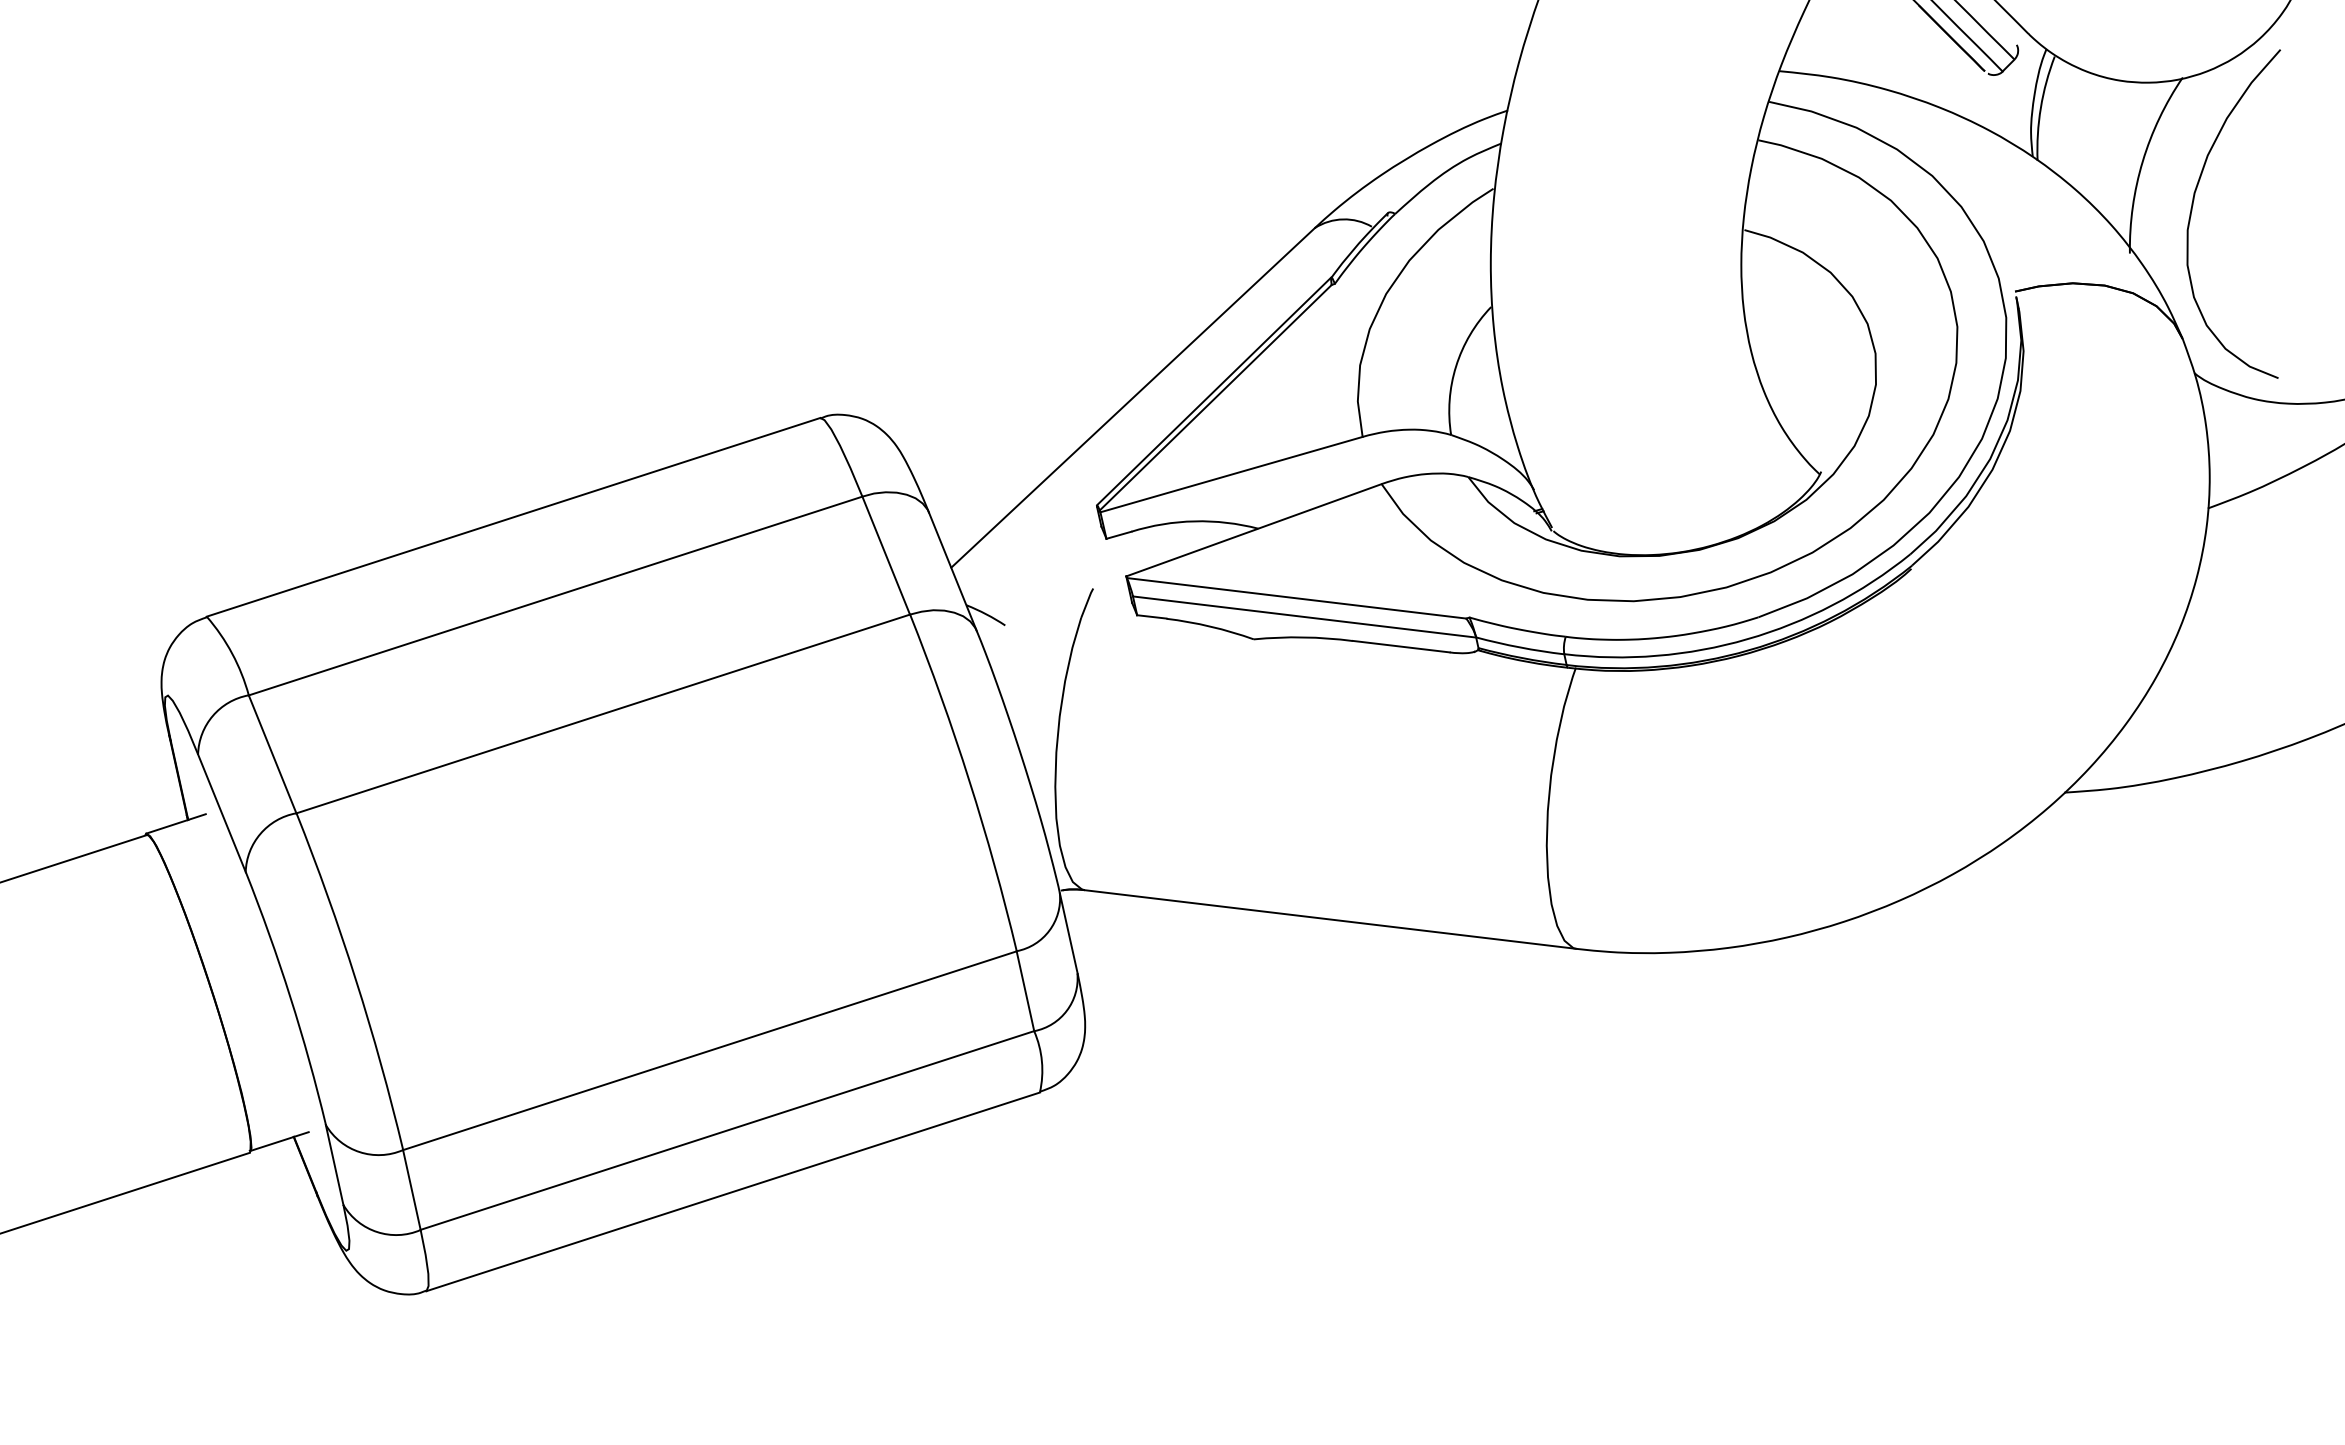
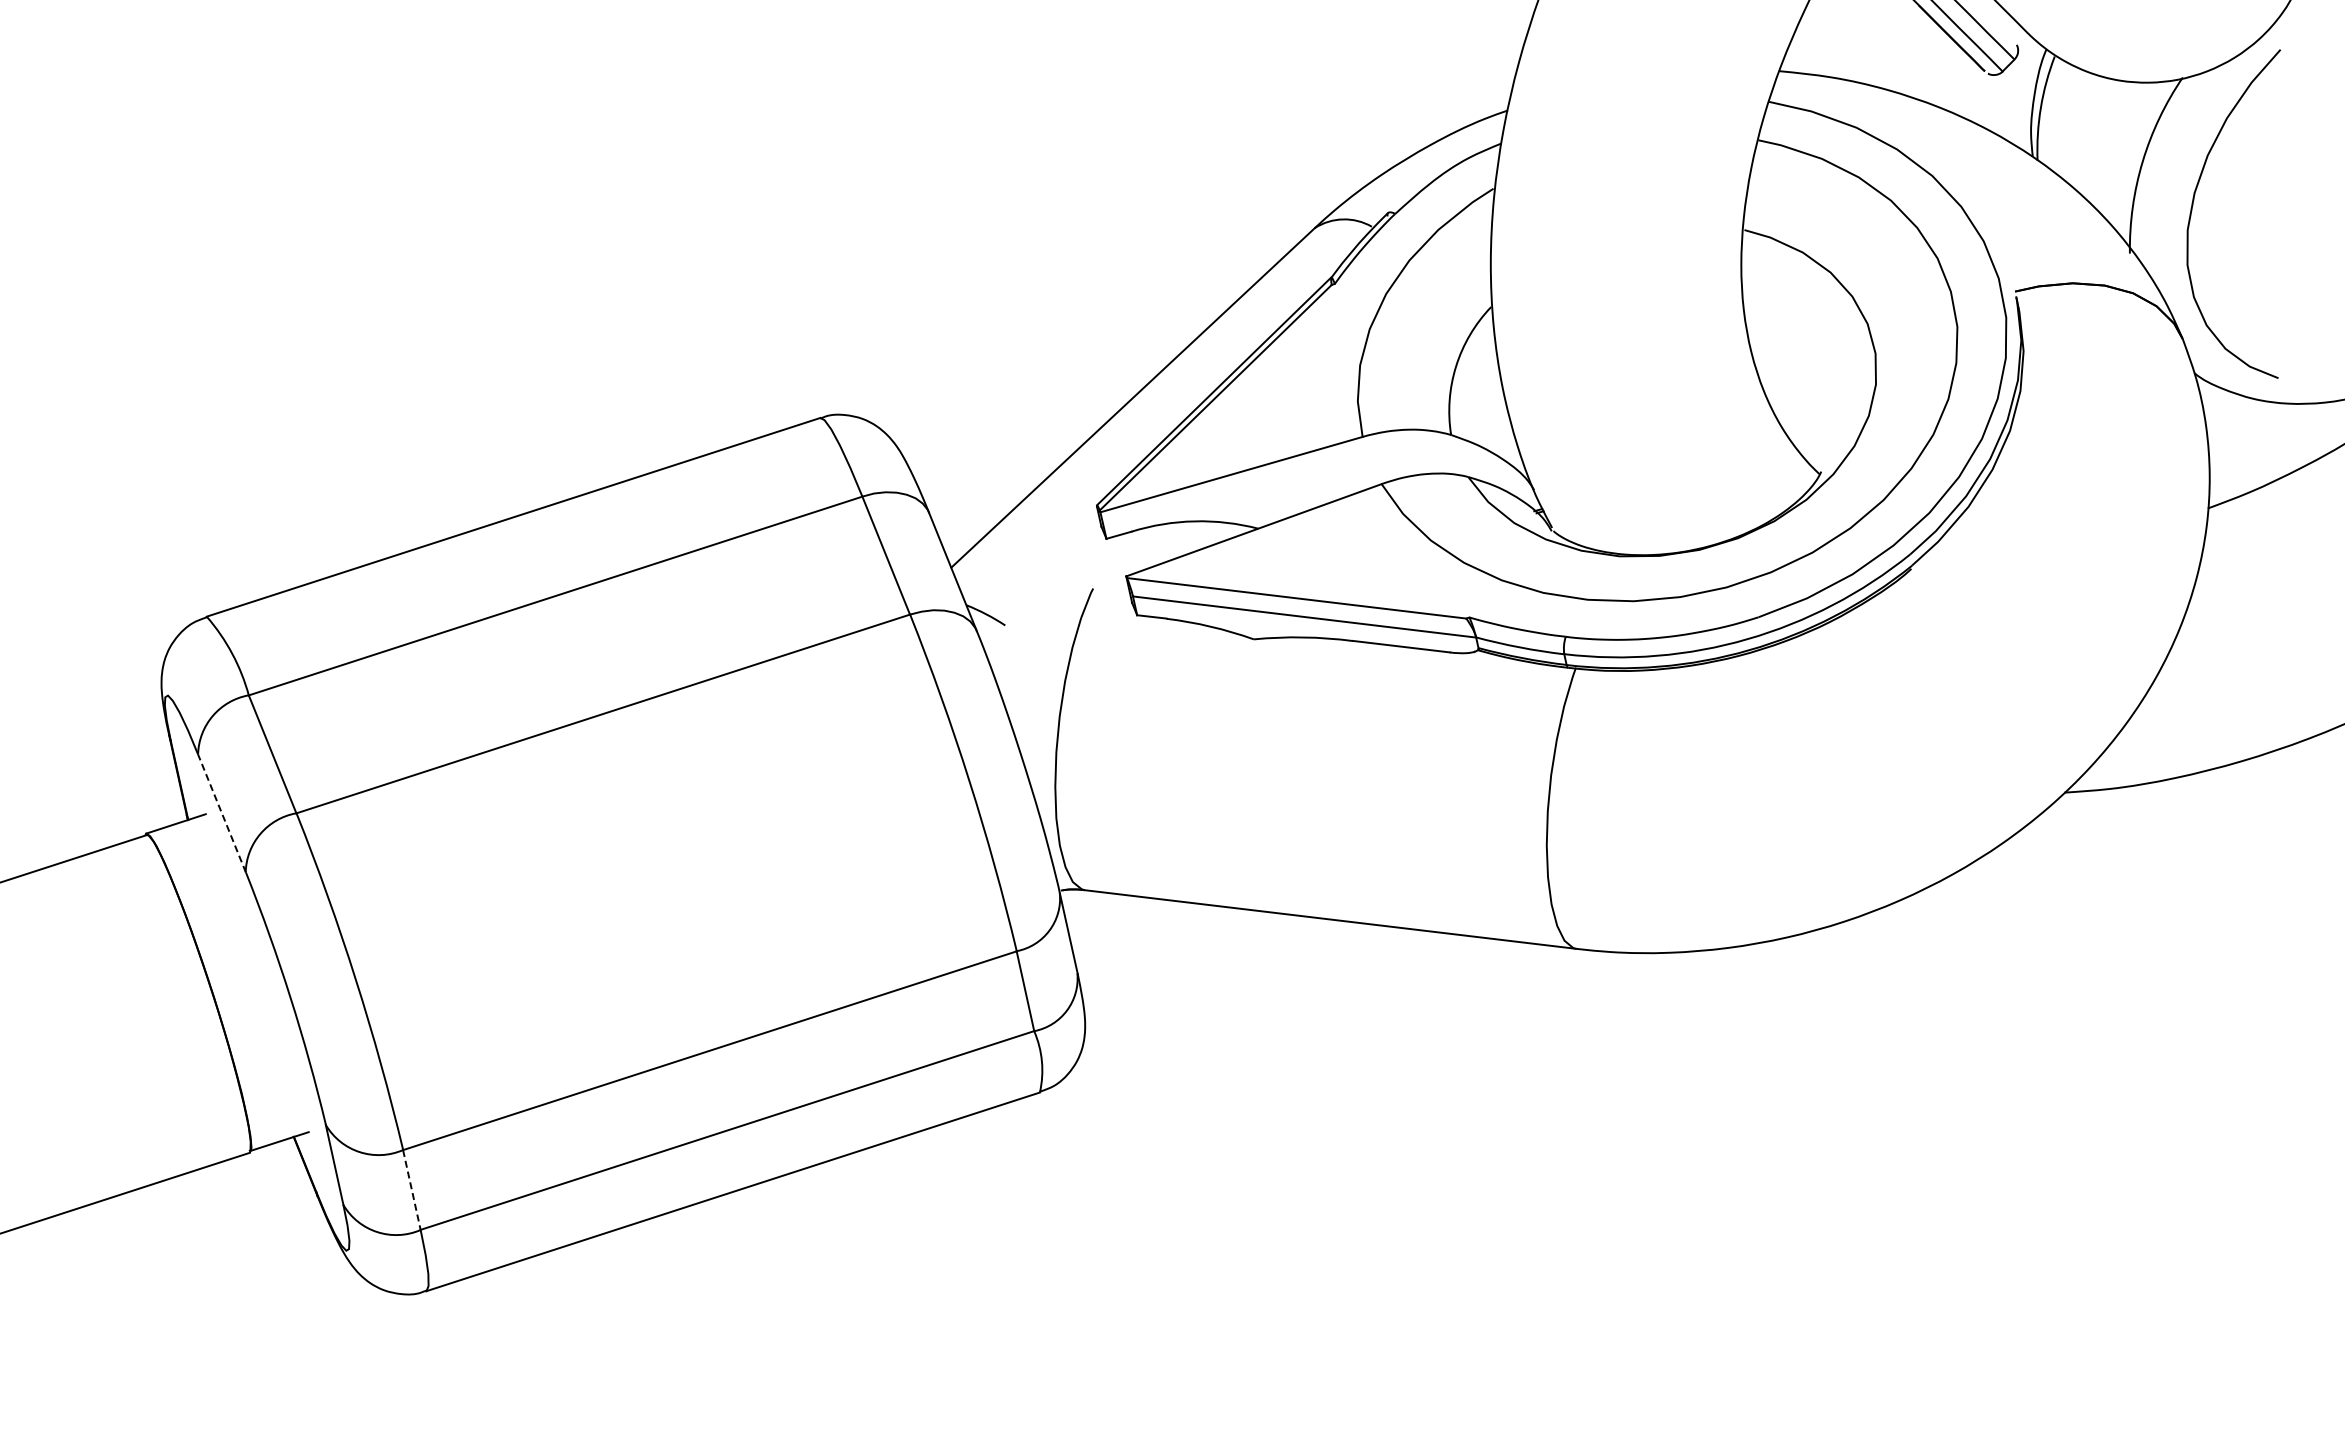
line at (222, 813): solid -> dashed
line at (411, 1189): solid -> dashed
